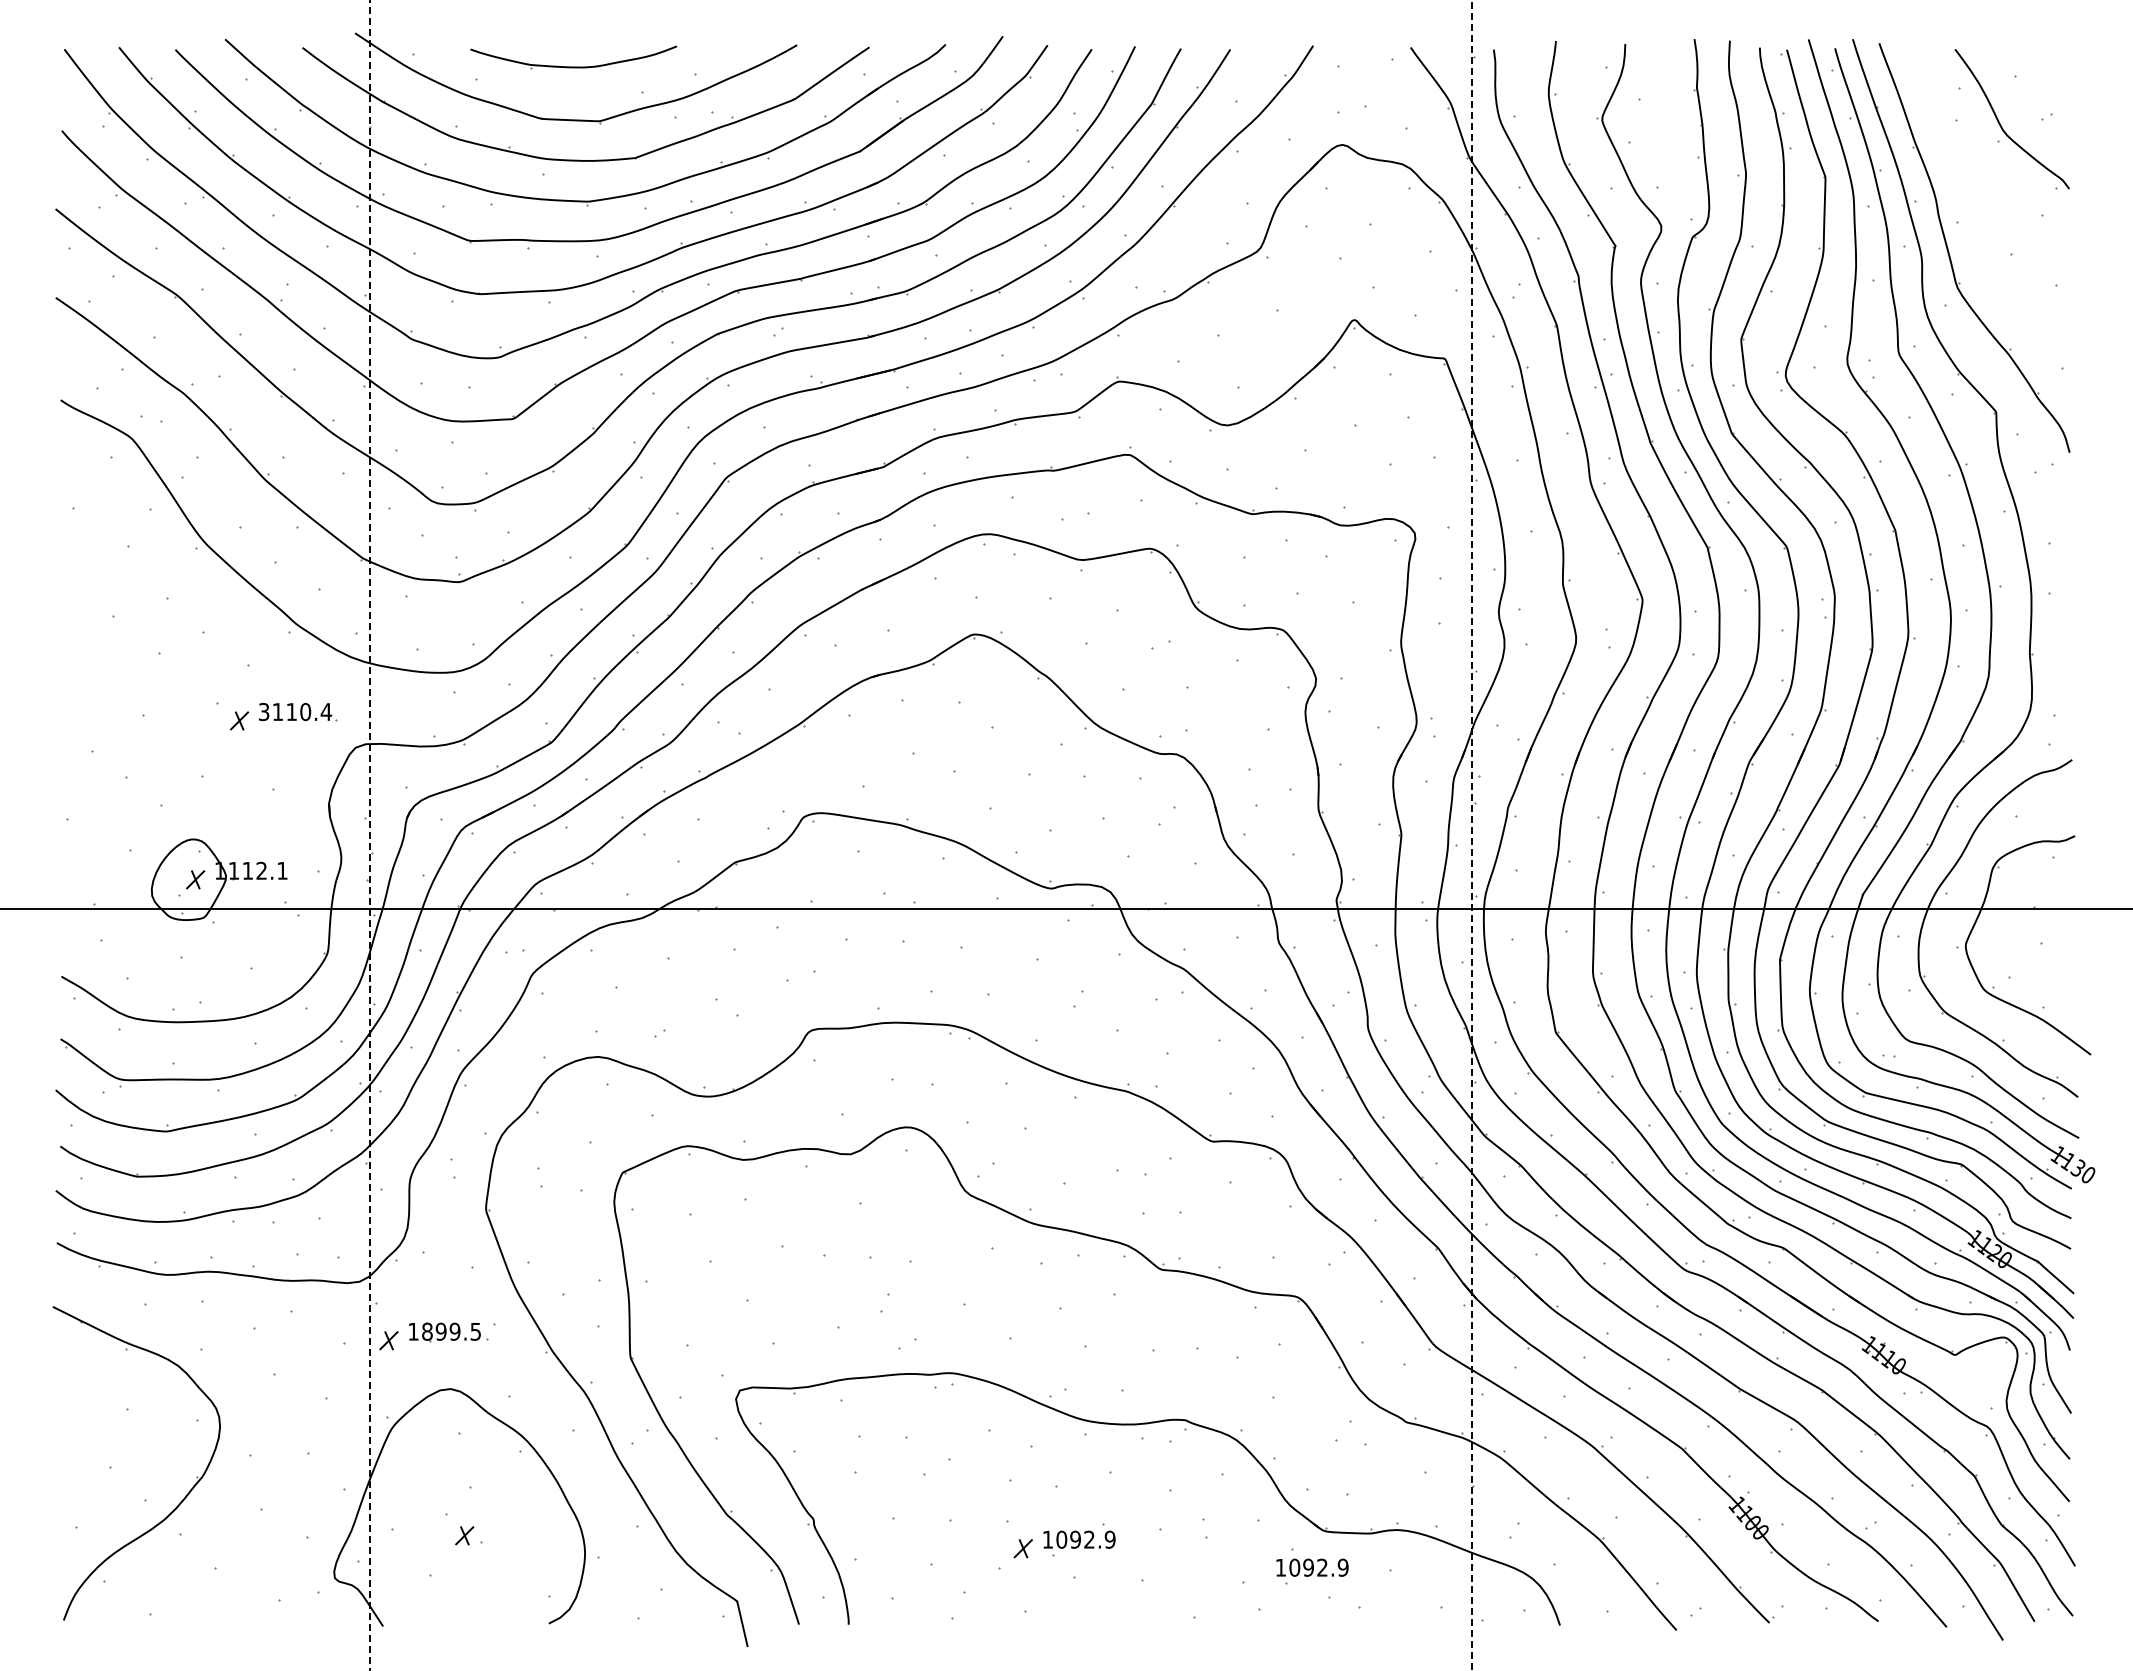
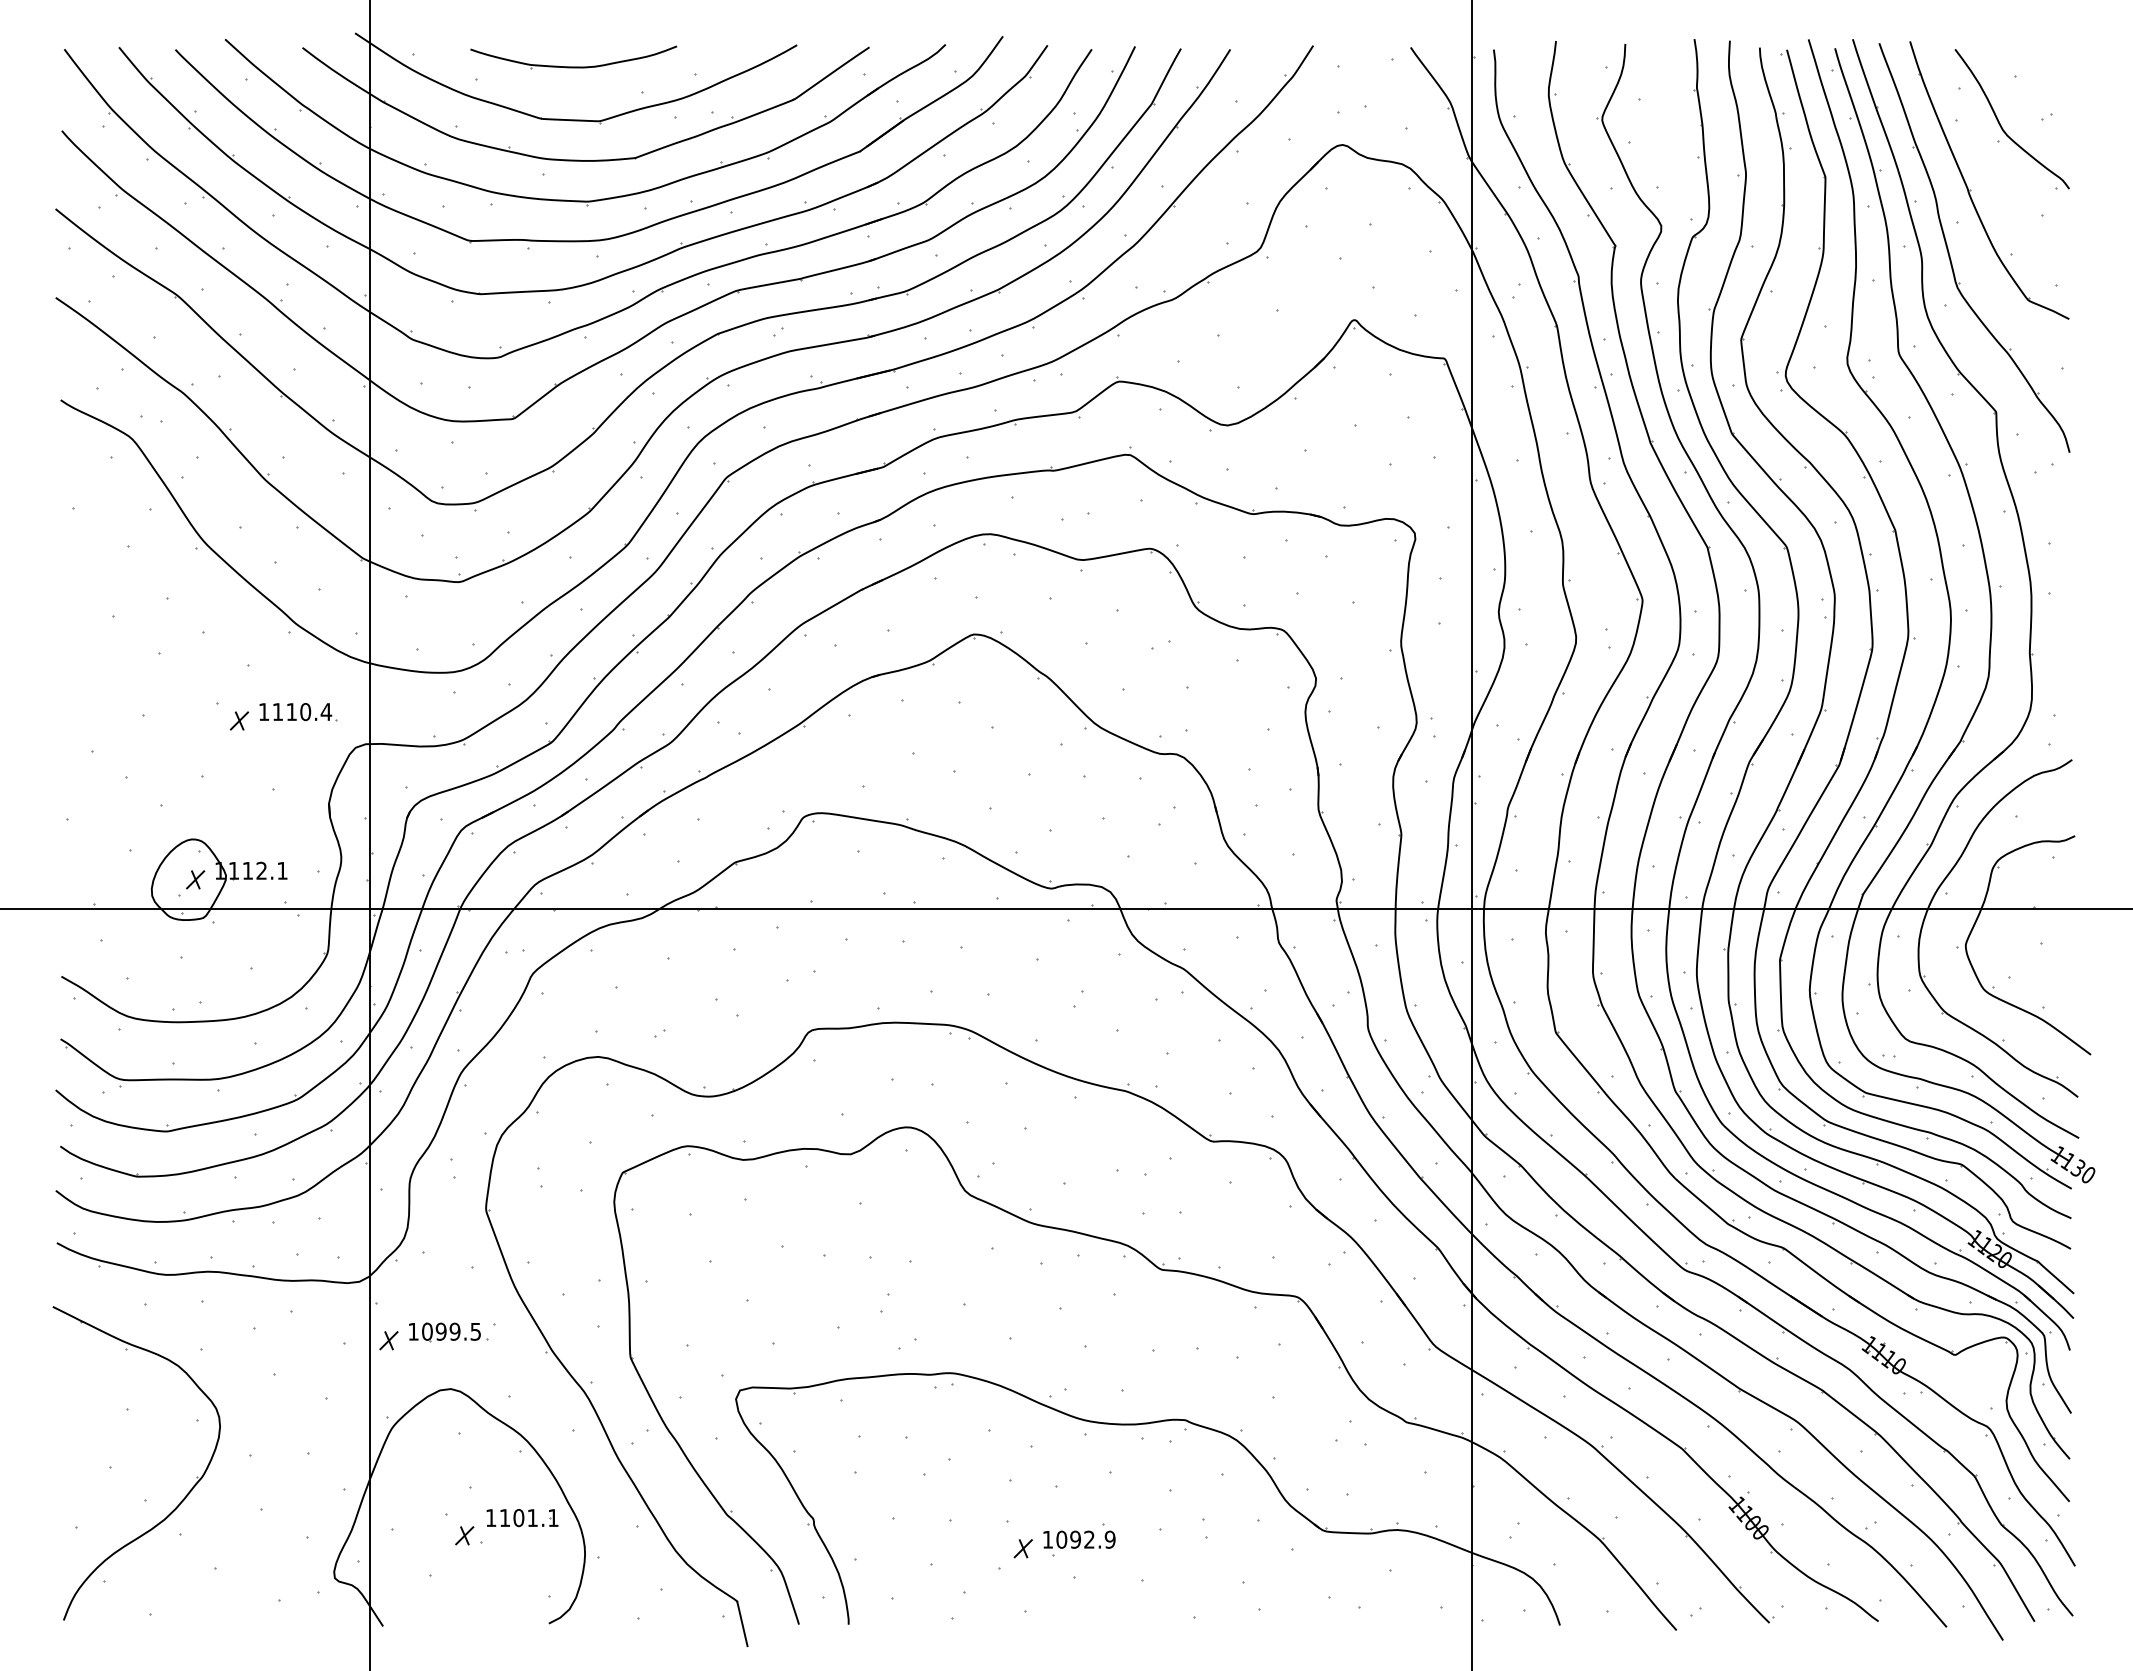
part at (1971, 190): none -> present
text at (263, 712): 3110.4 -> 1110.4
line at (369, 835): dashed -> solid
line at (1472, 835): dashed -> solid
text at (427, 1331): 1899.5 -> 1099.5
part at (522, 1518): none -> present
part at (1312, 1571): present -> none
